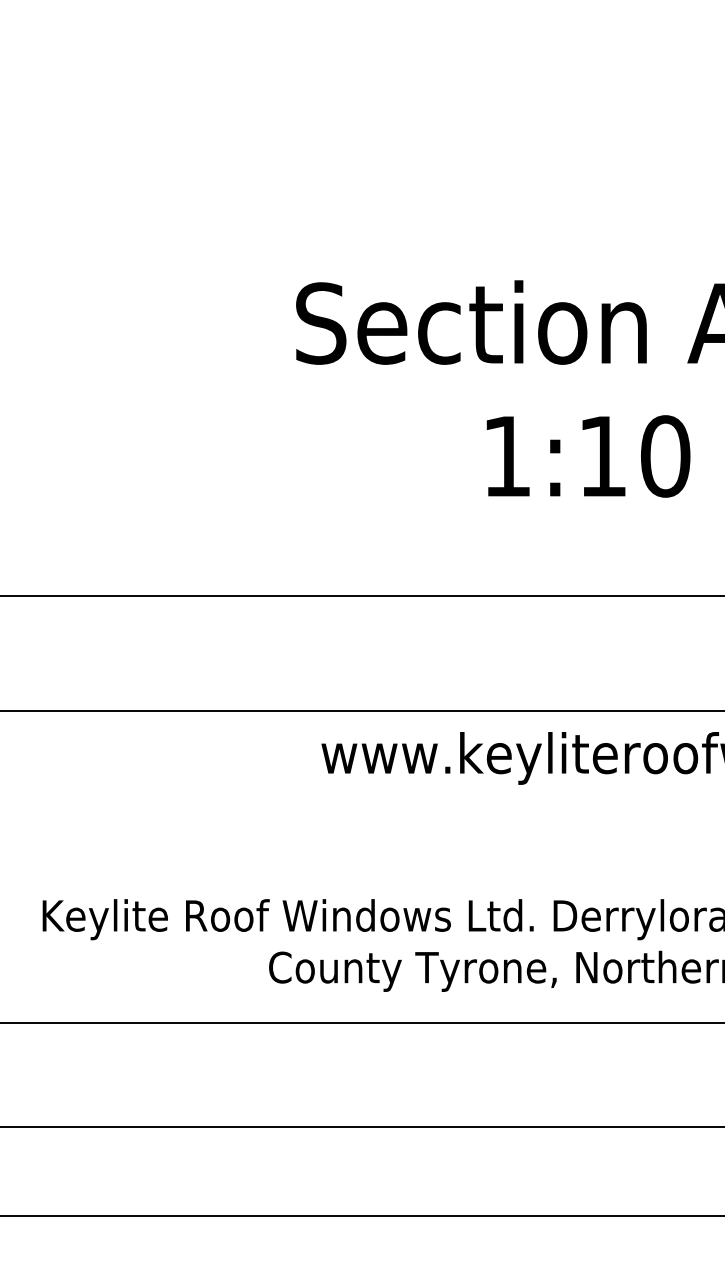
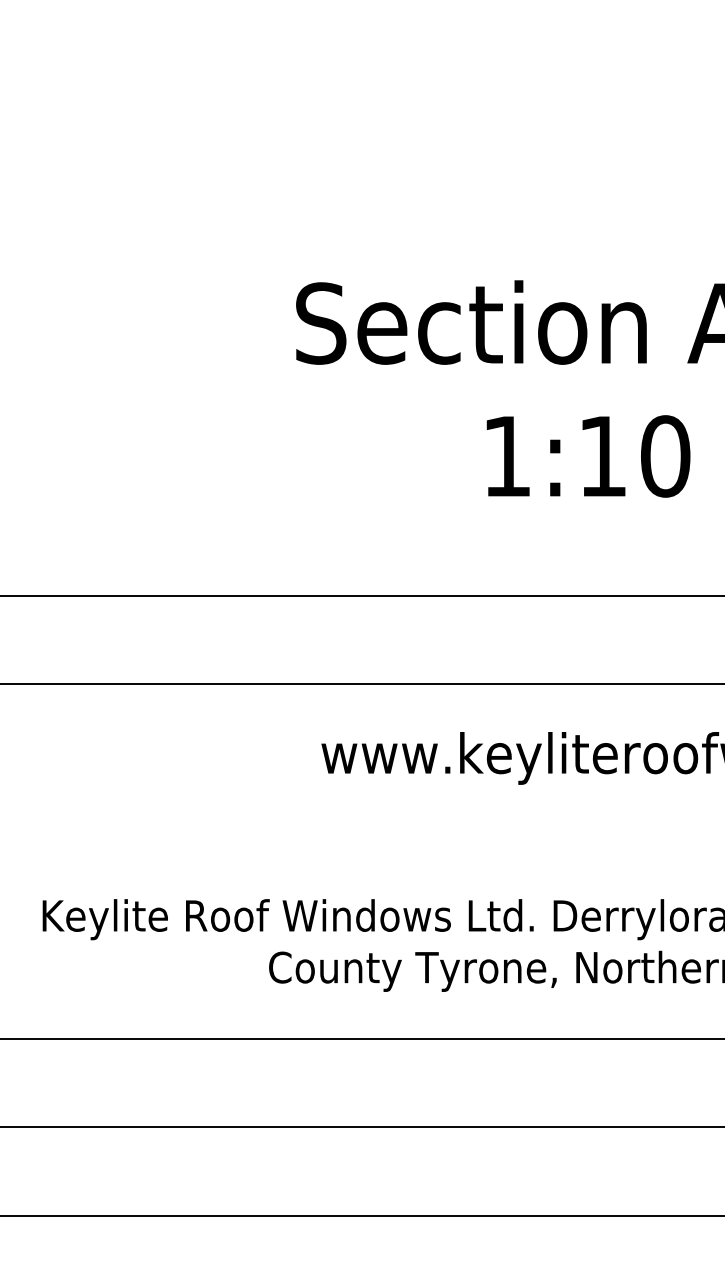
line at (361, 711) position: (361, 711) -> (361, 684)
line at (361, 1022) position: (361, 1022) -> (361, 1038)
